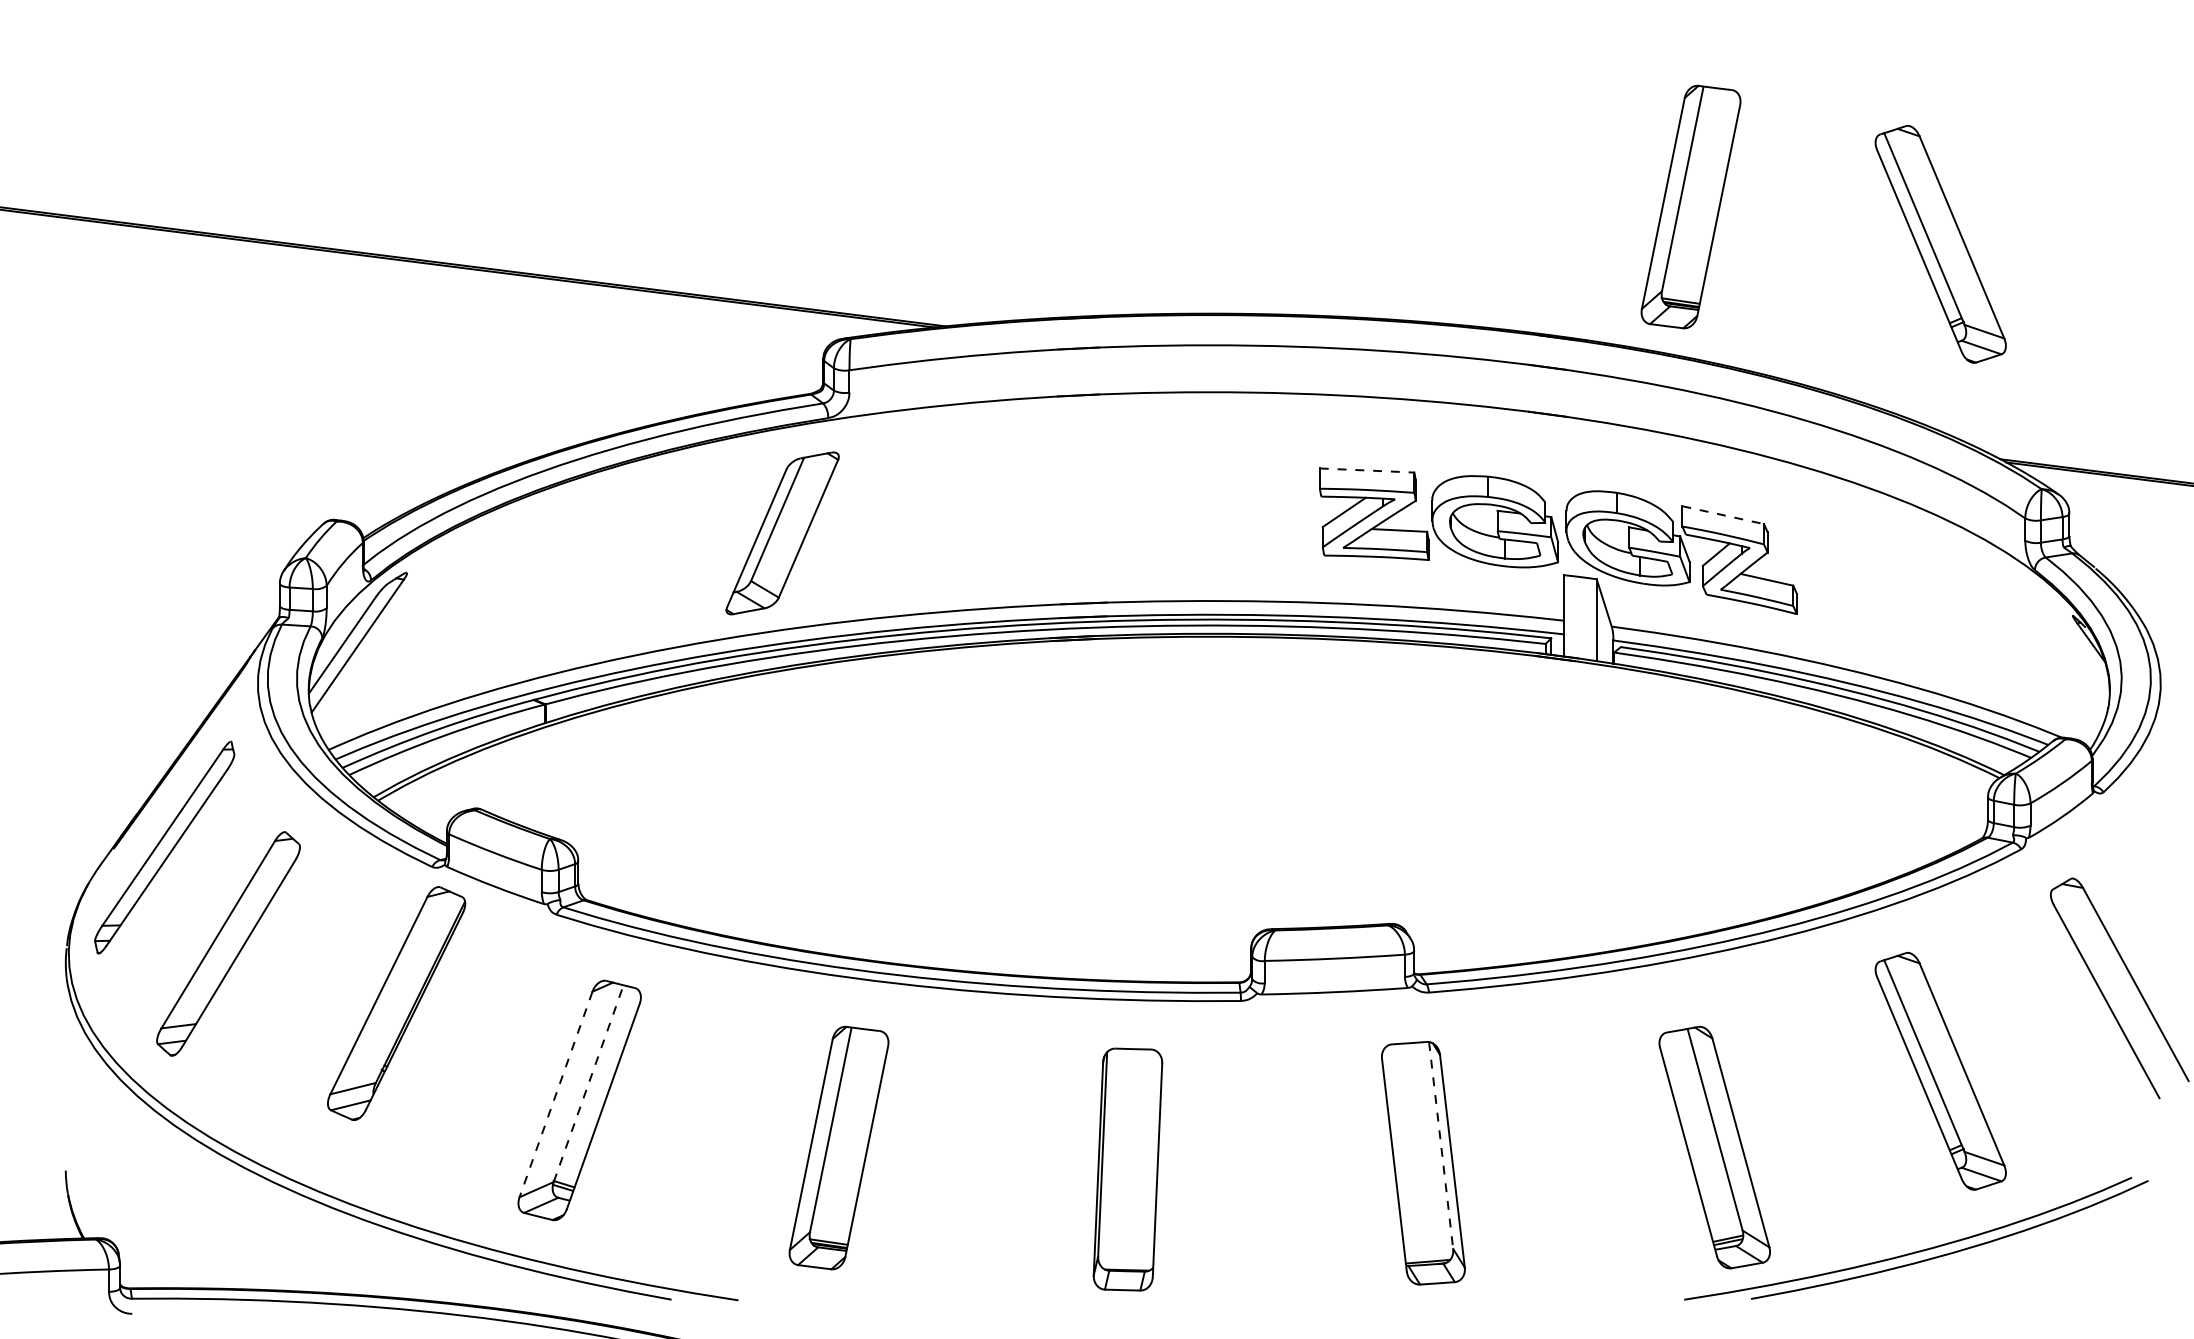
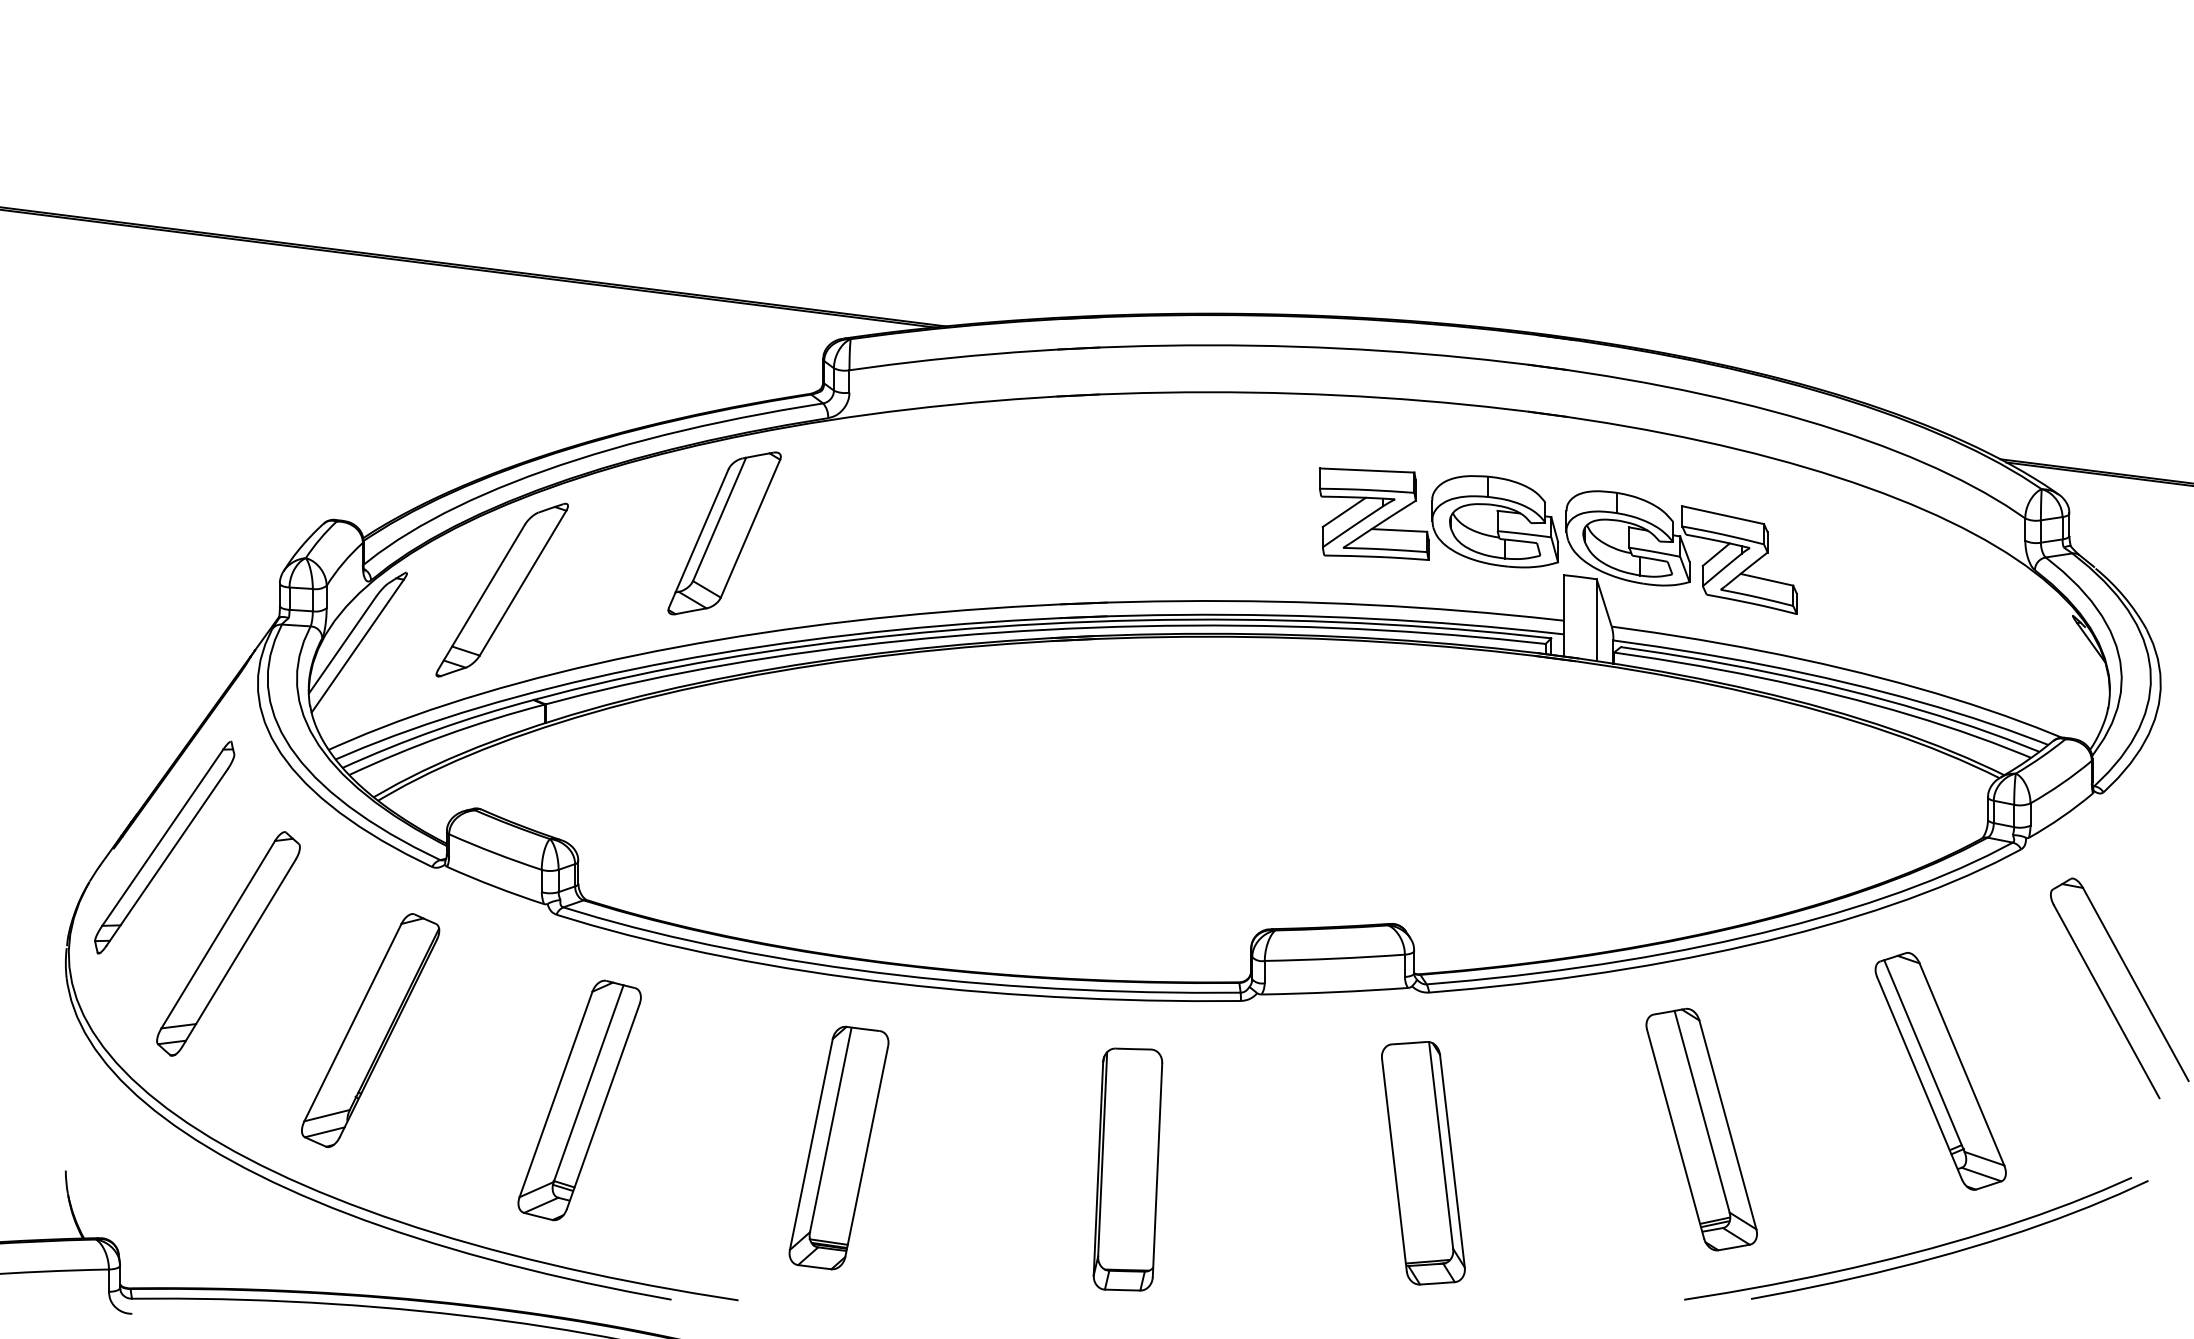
part at (1690, 206): present -> none
part at (1940, 244): present -> none
line at (1367, 470): dashed -> solid
line at (1723, 515): dashed -> solid
part at (782, 533) position: (782, 533) -> (724, 533)
part at (501, 589): none -> present
part at (396, 1003) position: (396, 1003) -> (370, 1030)
line at (588, 1083): dashed -> solid
line at (555, 1094): dashed -> solid
line at (1441, 1146): dashed -> solid
part at (1714, 1147) position: (1714, 1147) -> (1701, 1129)
